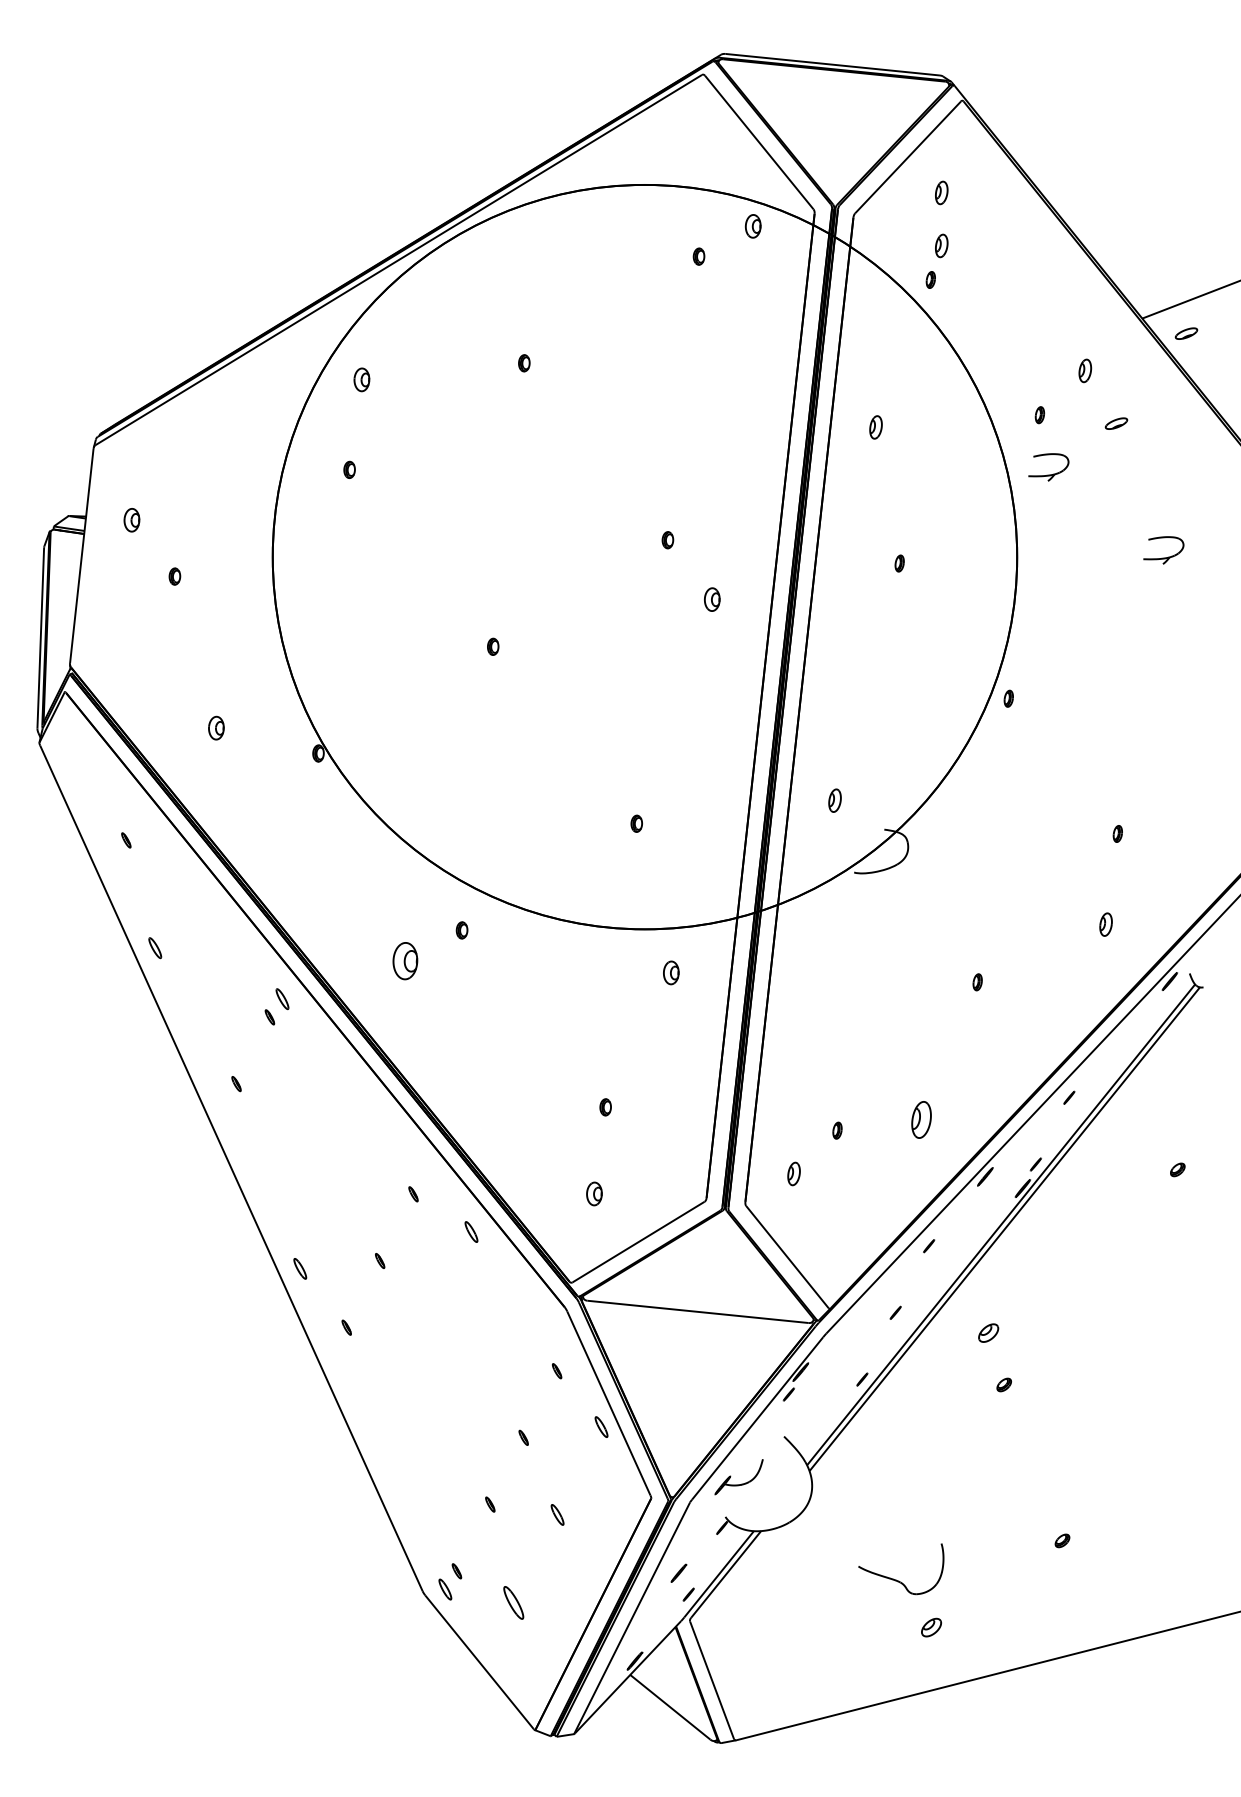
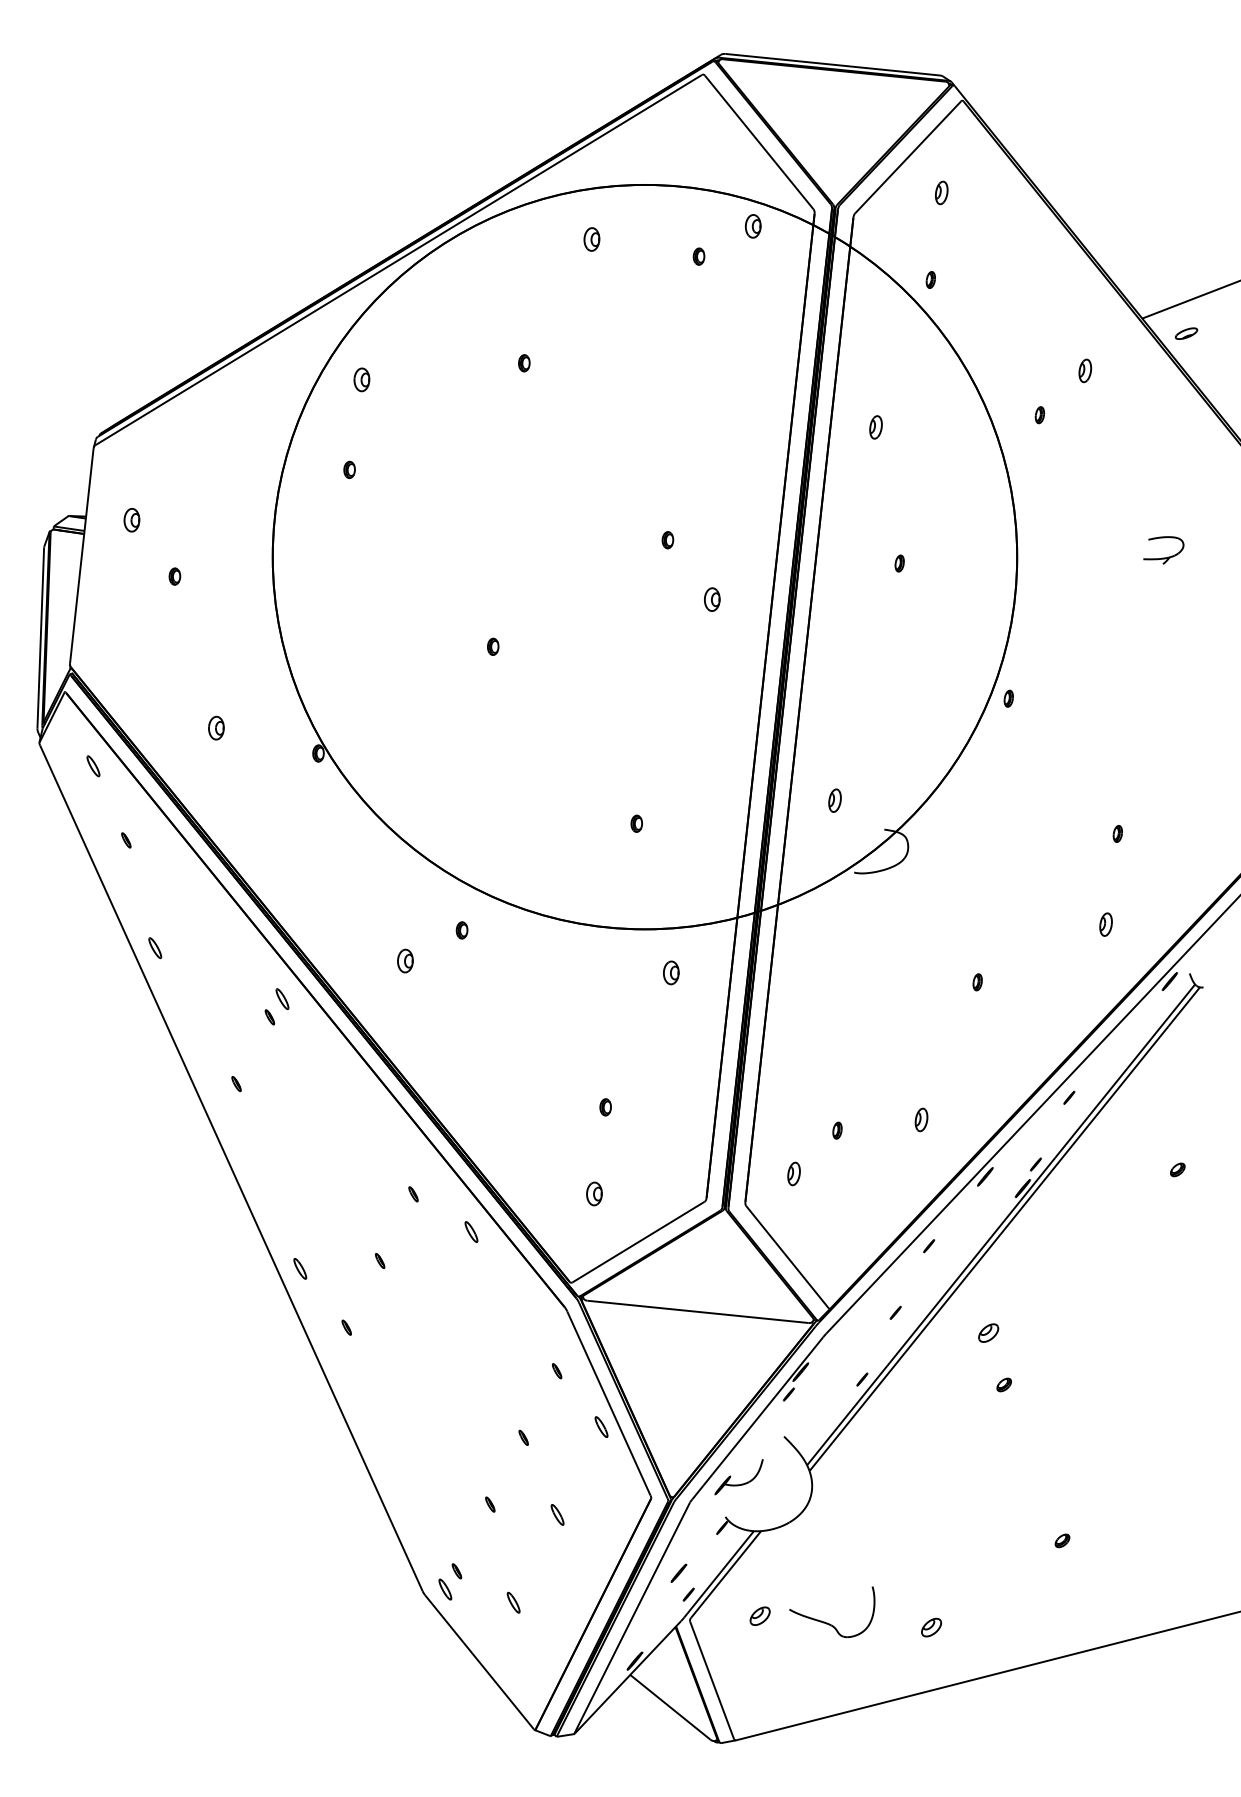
part at (591, 239): none -> present
part at (941, 245): present -> none
part at (1116, 423): present -> none
part at (1048, 474): present -> none
part at (93, 766): none -> present
part at (405, 961) size: 27x39 px -> 17x26 px
part at (921, 1119) size: 21x38 px -> 15x26 px
part at (896, 1579) position: (896, 1579) -> (827, 1622)
part at (513, 1602) size: 22x34 px -> 15x23 px
part at (759, 1615): none -> present
